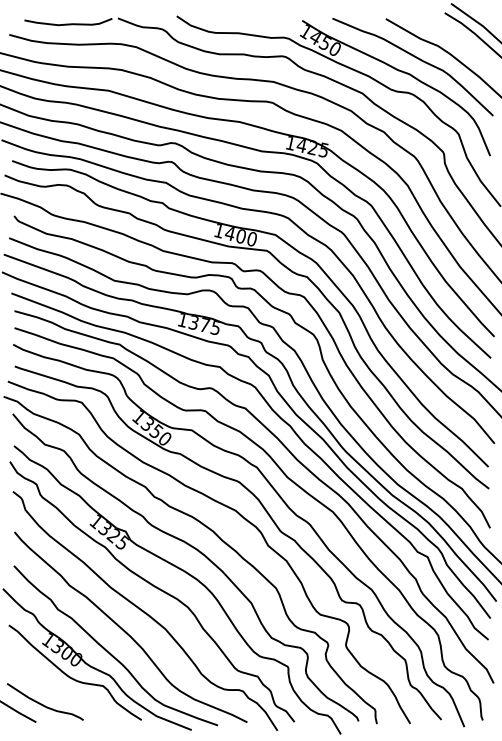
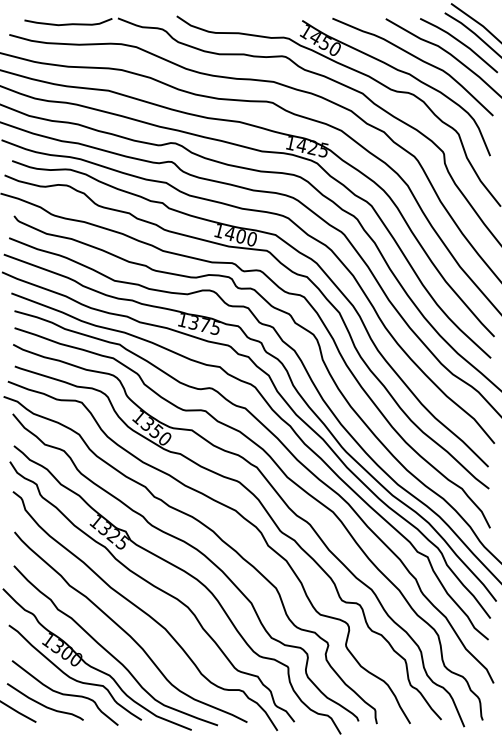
part at (459, 45): none -> present
curve at (64, 693): none -> present
